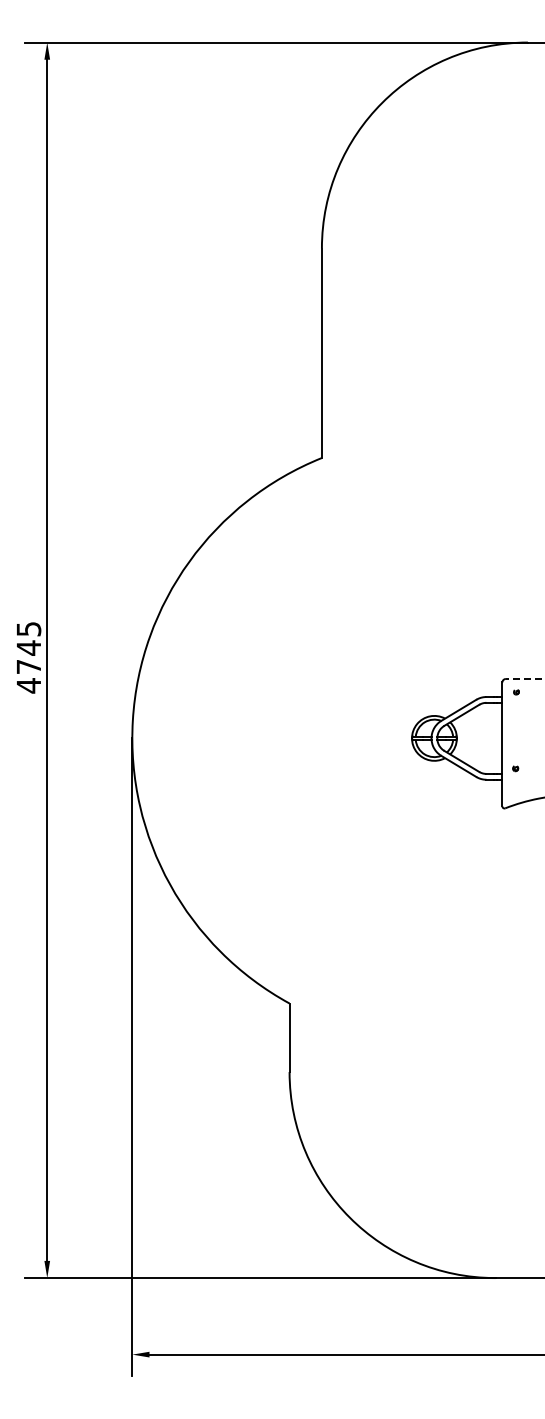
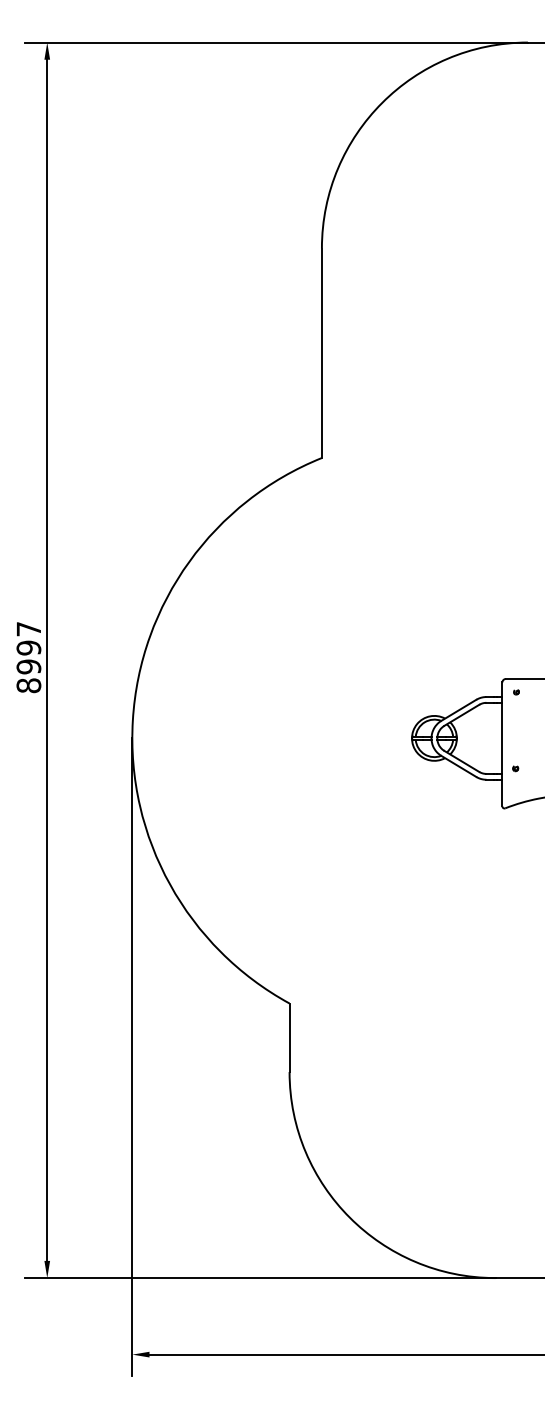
text at (28, 657): 4745 -> 8997
line at (524, 679): dashed -> solid
